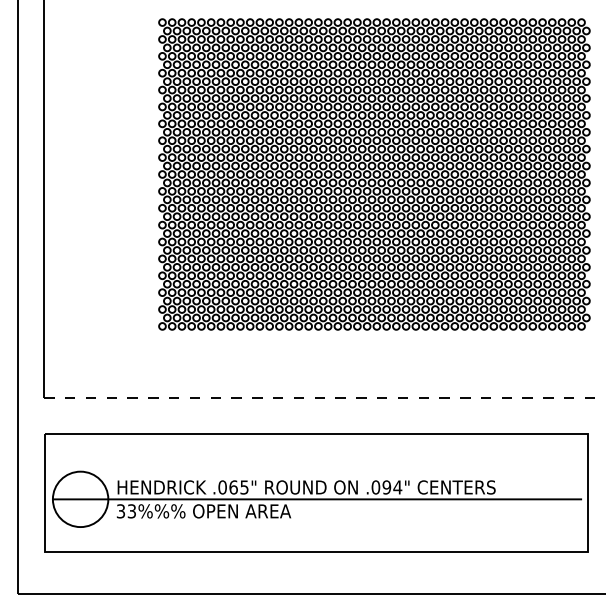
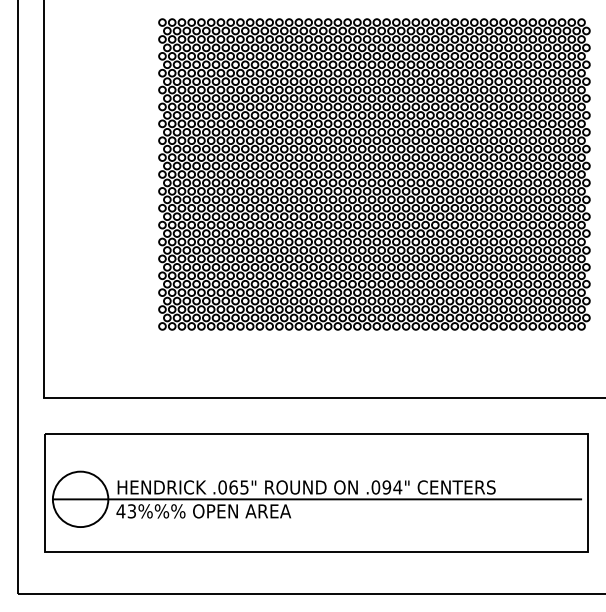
line at (325, 397): dashed -> solid
text at (120, 511): 33%%% -> 43%%%
